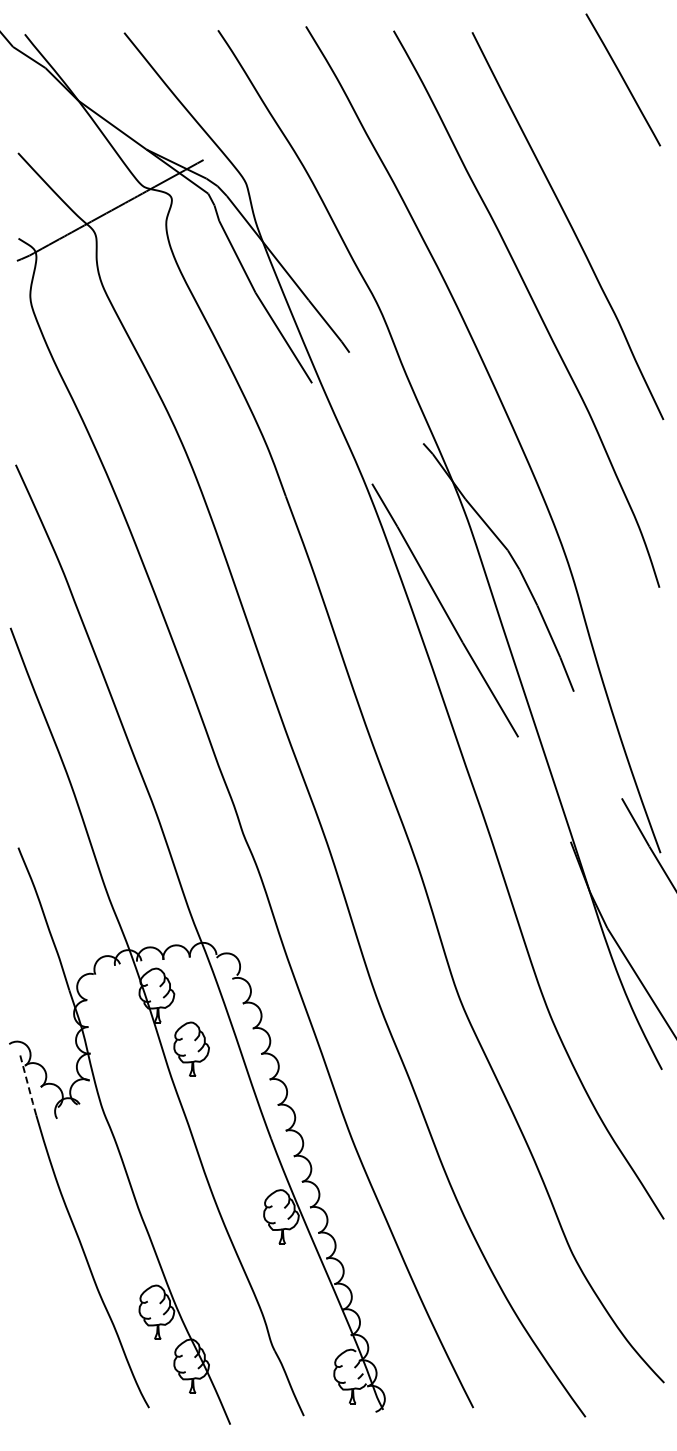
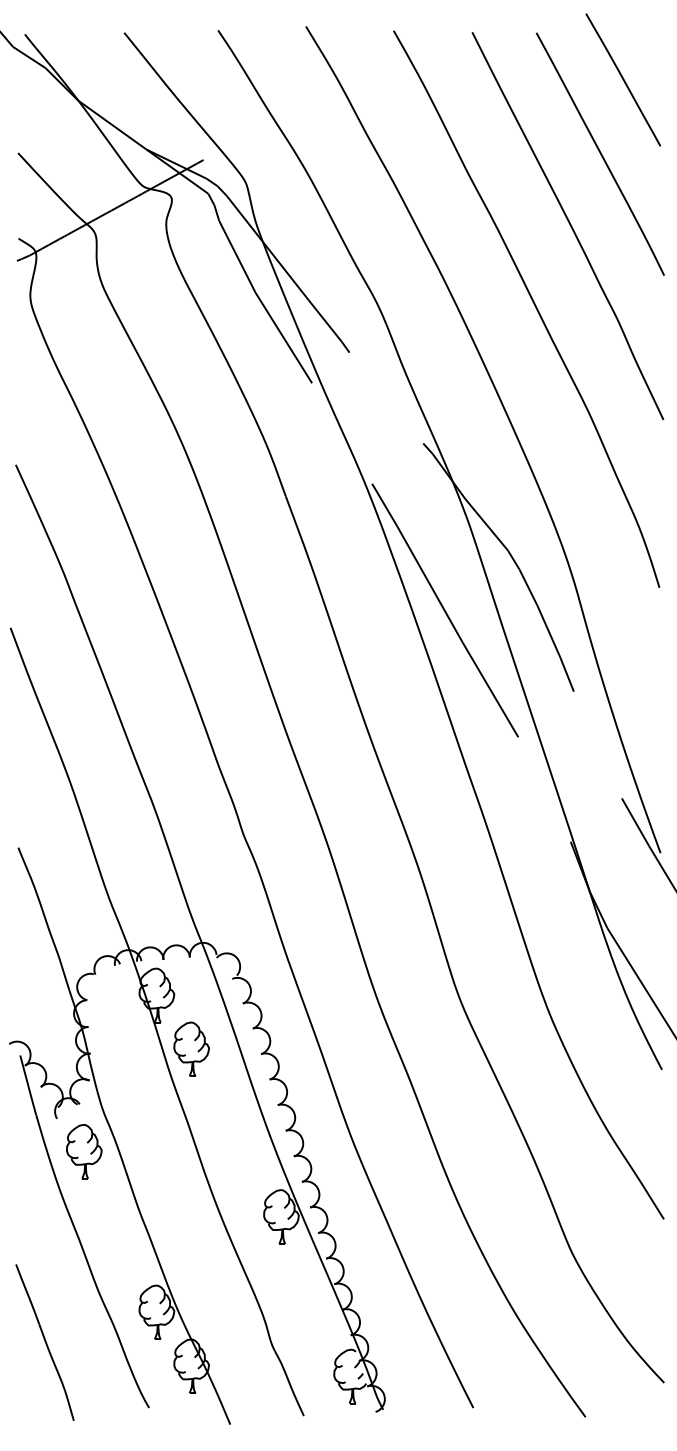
curve at (599, 153): none -> present
line at (28, 1086): dashed -> solid
part at (84, 1151): none -> present
part at (44, 1342): none -> present
